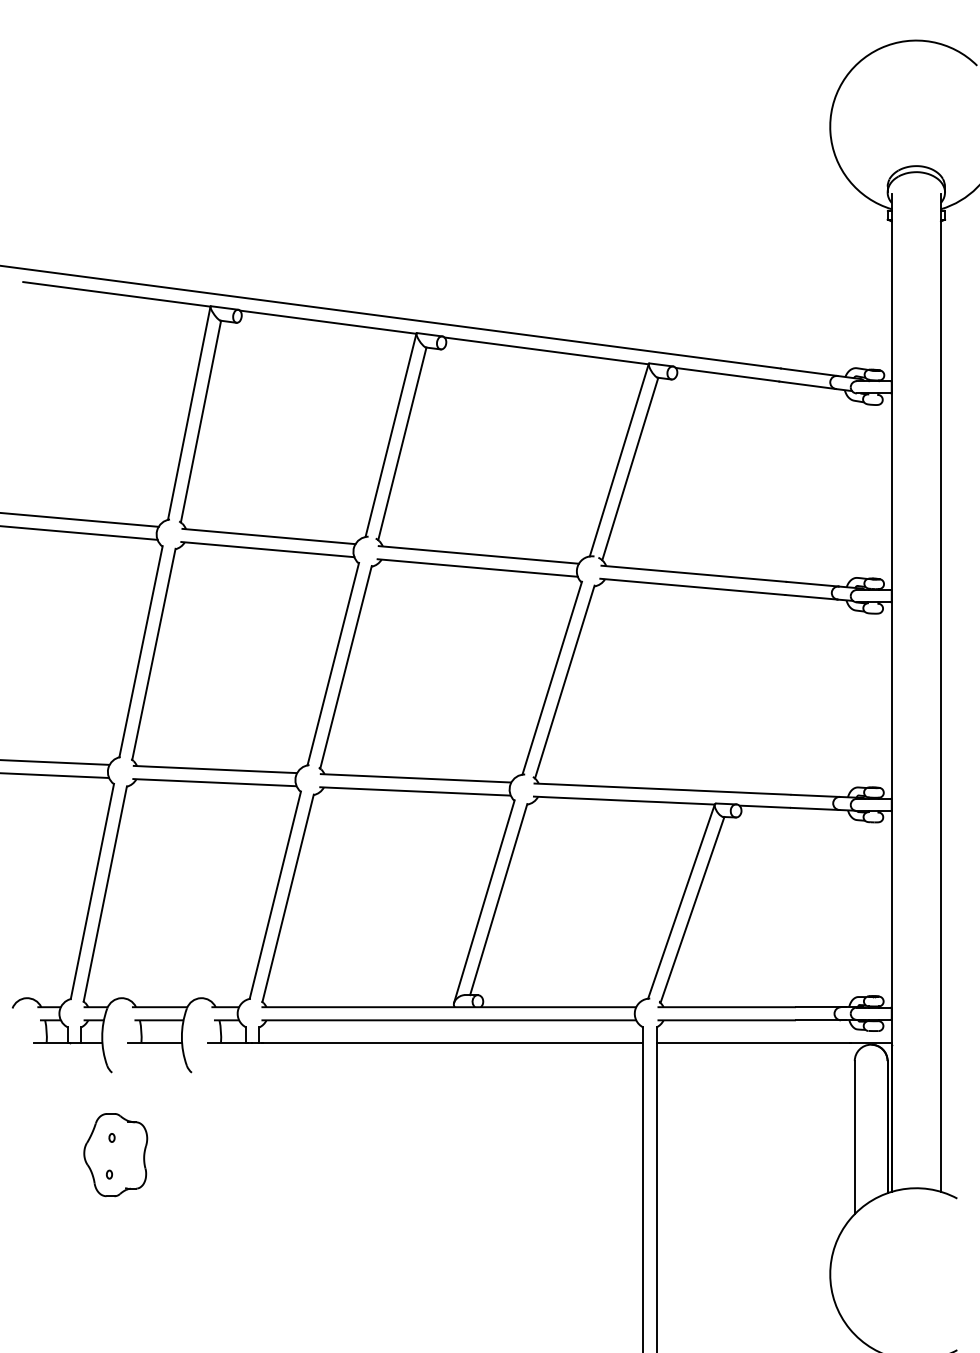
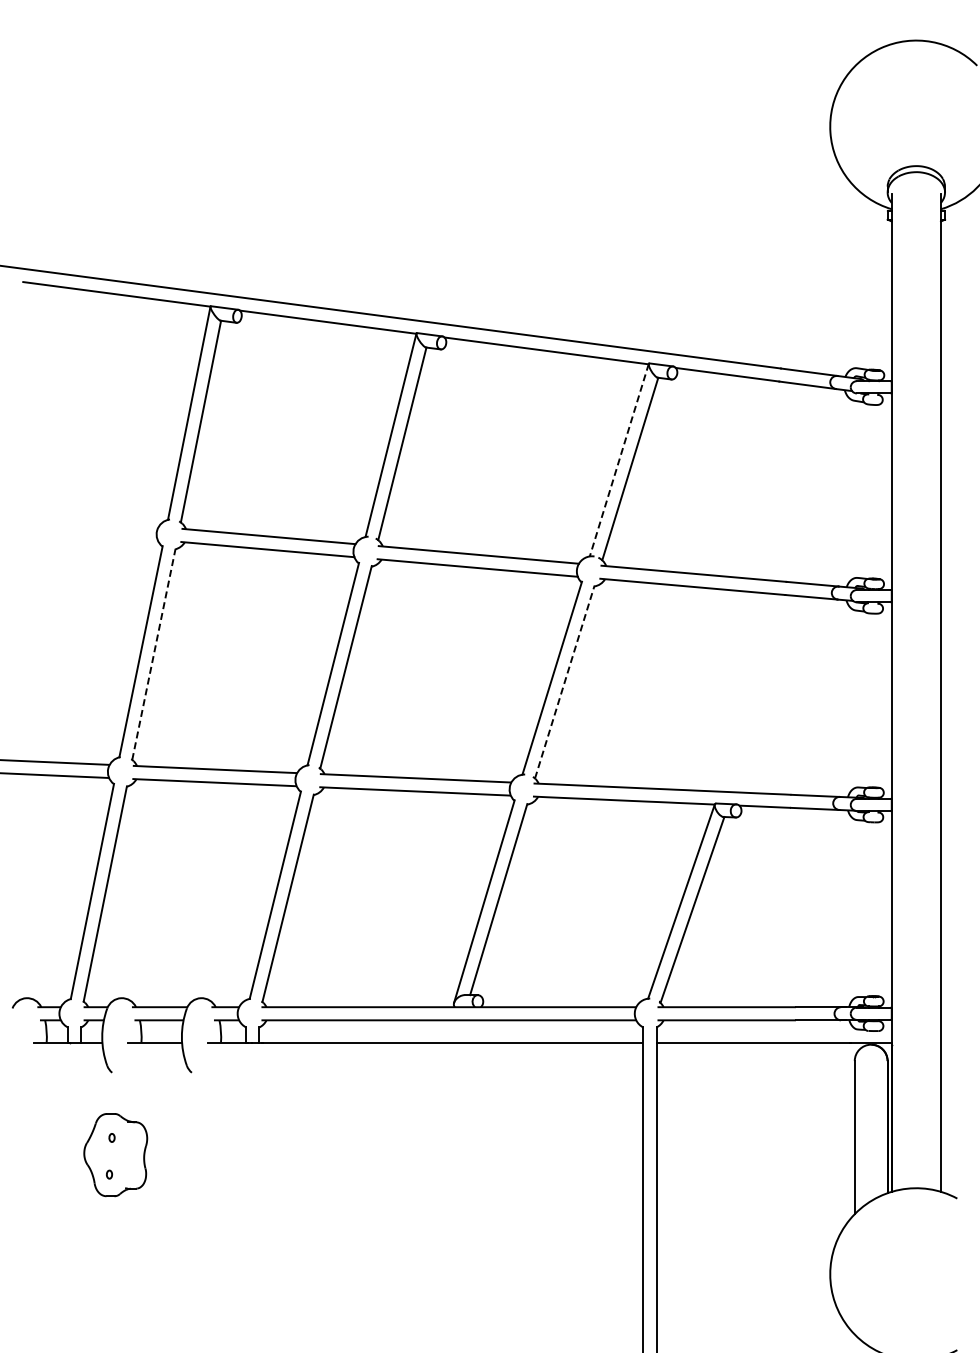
line at (619, 460): solid -> dashed
line at (80, 519): present -> none
line at (79, 532): present -> none
line at (153, 654): solid -> dashed
line at (564, 682): solid -> dashed
